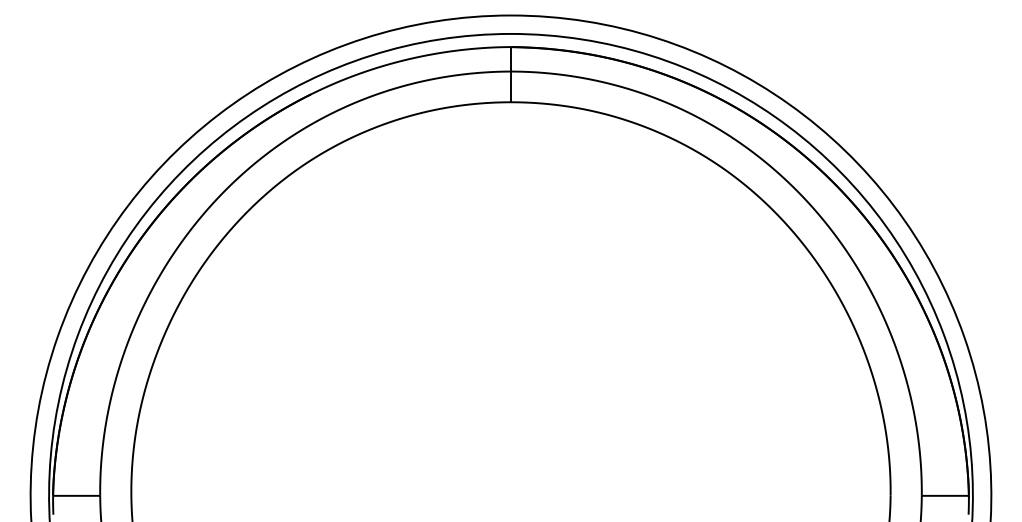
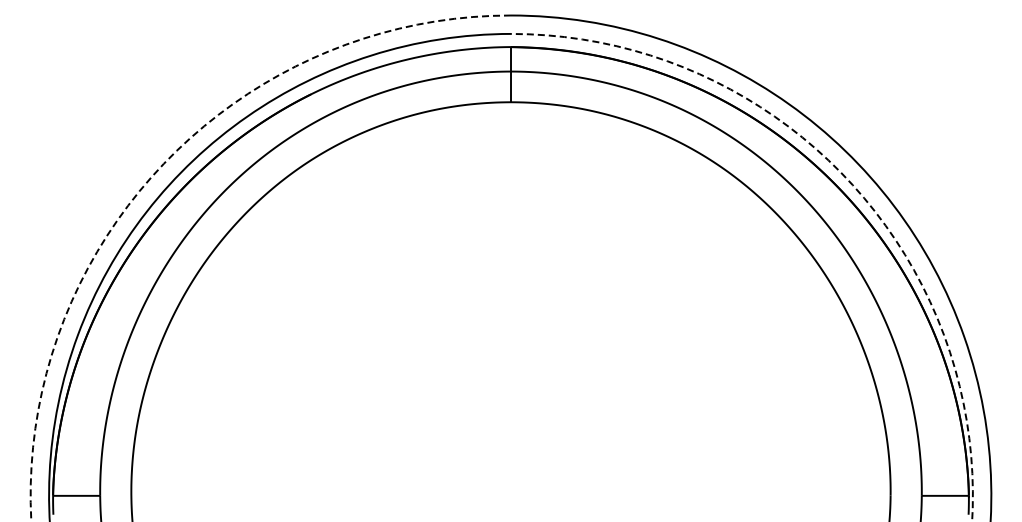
arc at (163, 164): solid -> dashed
arc at (845, 177): solid -> dashed
